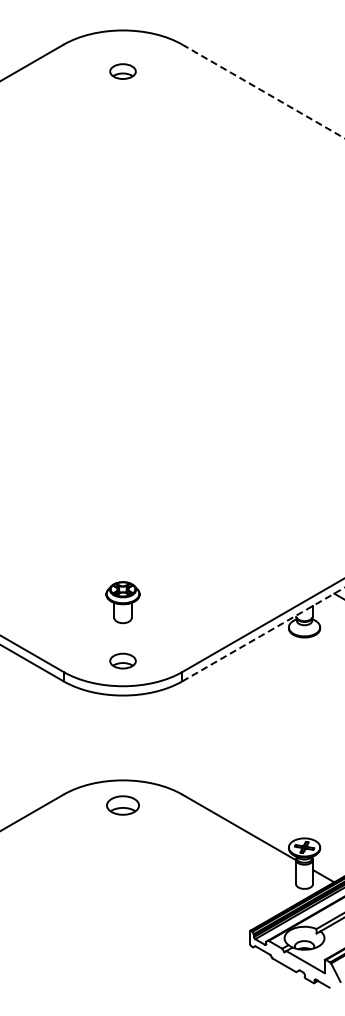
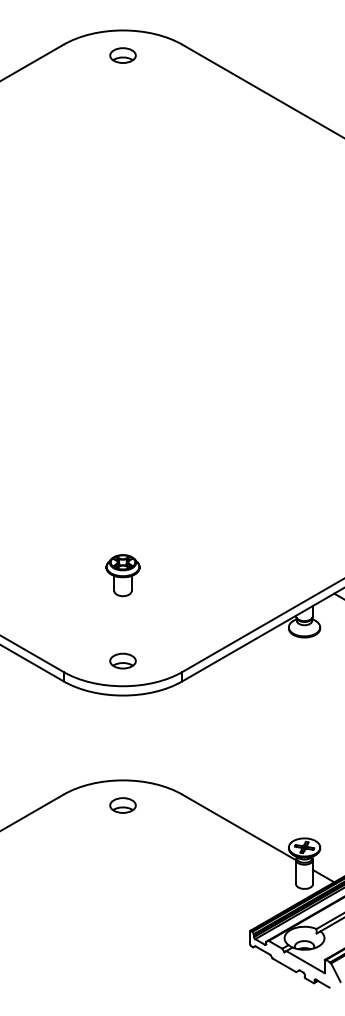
part at (122, 71) position: (122, 71) -> (122, 55)
line at (263, 91): dashed -> solid
part at (122, 602) position: (122, 602) -> (122, 575)
line at (263, 634): dashed -> solid
part at (122, 805) size: 34x21 px -> 28x17 px
